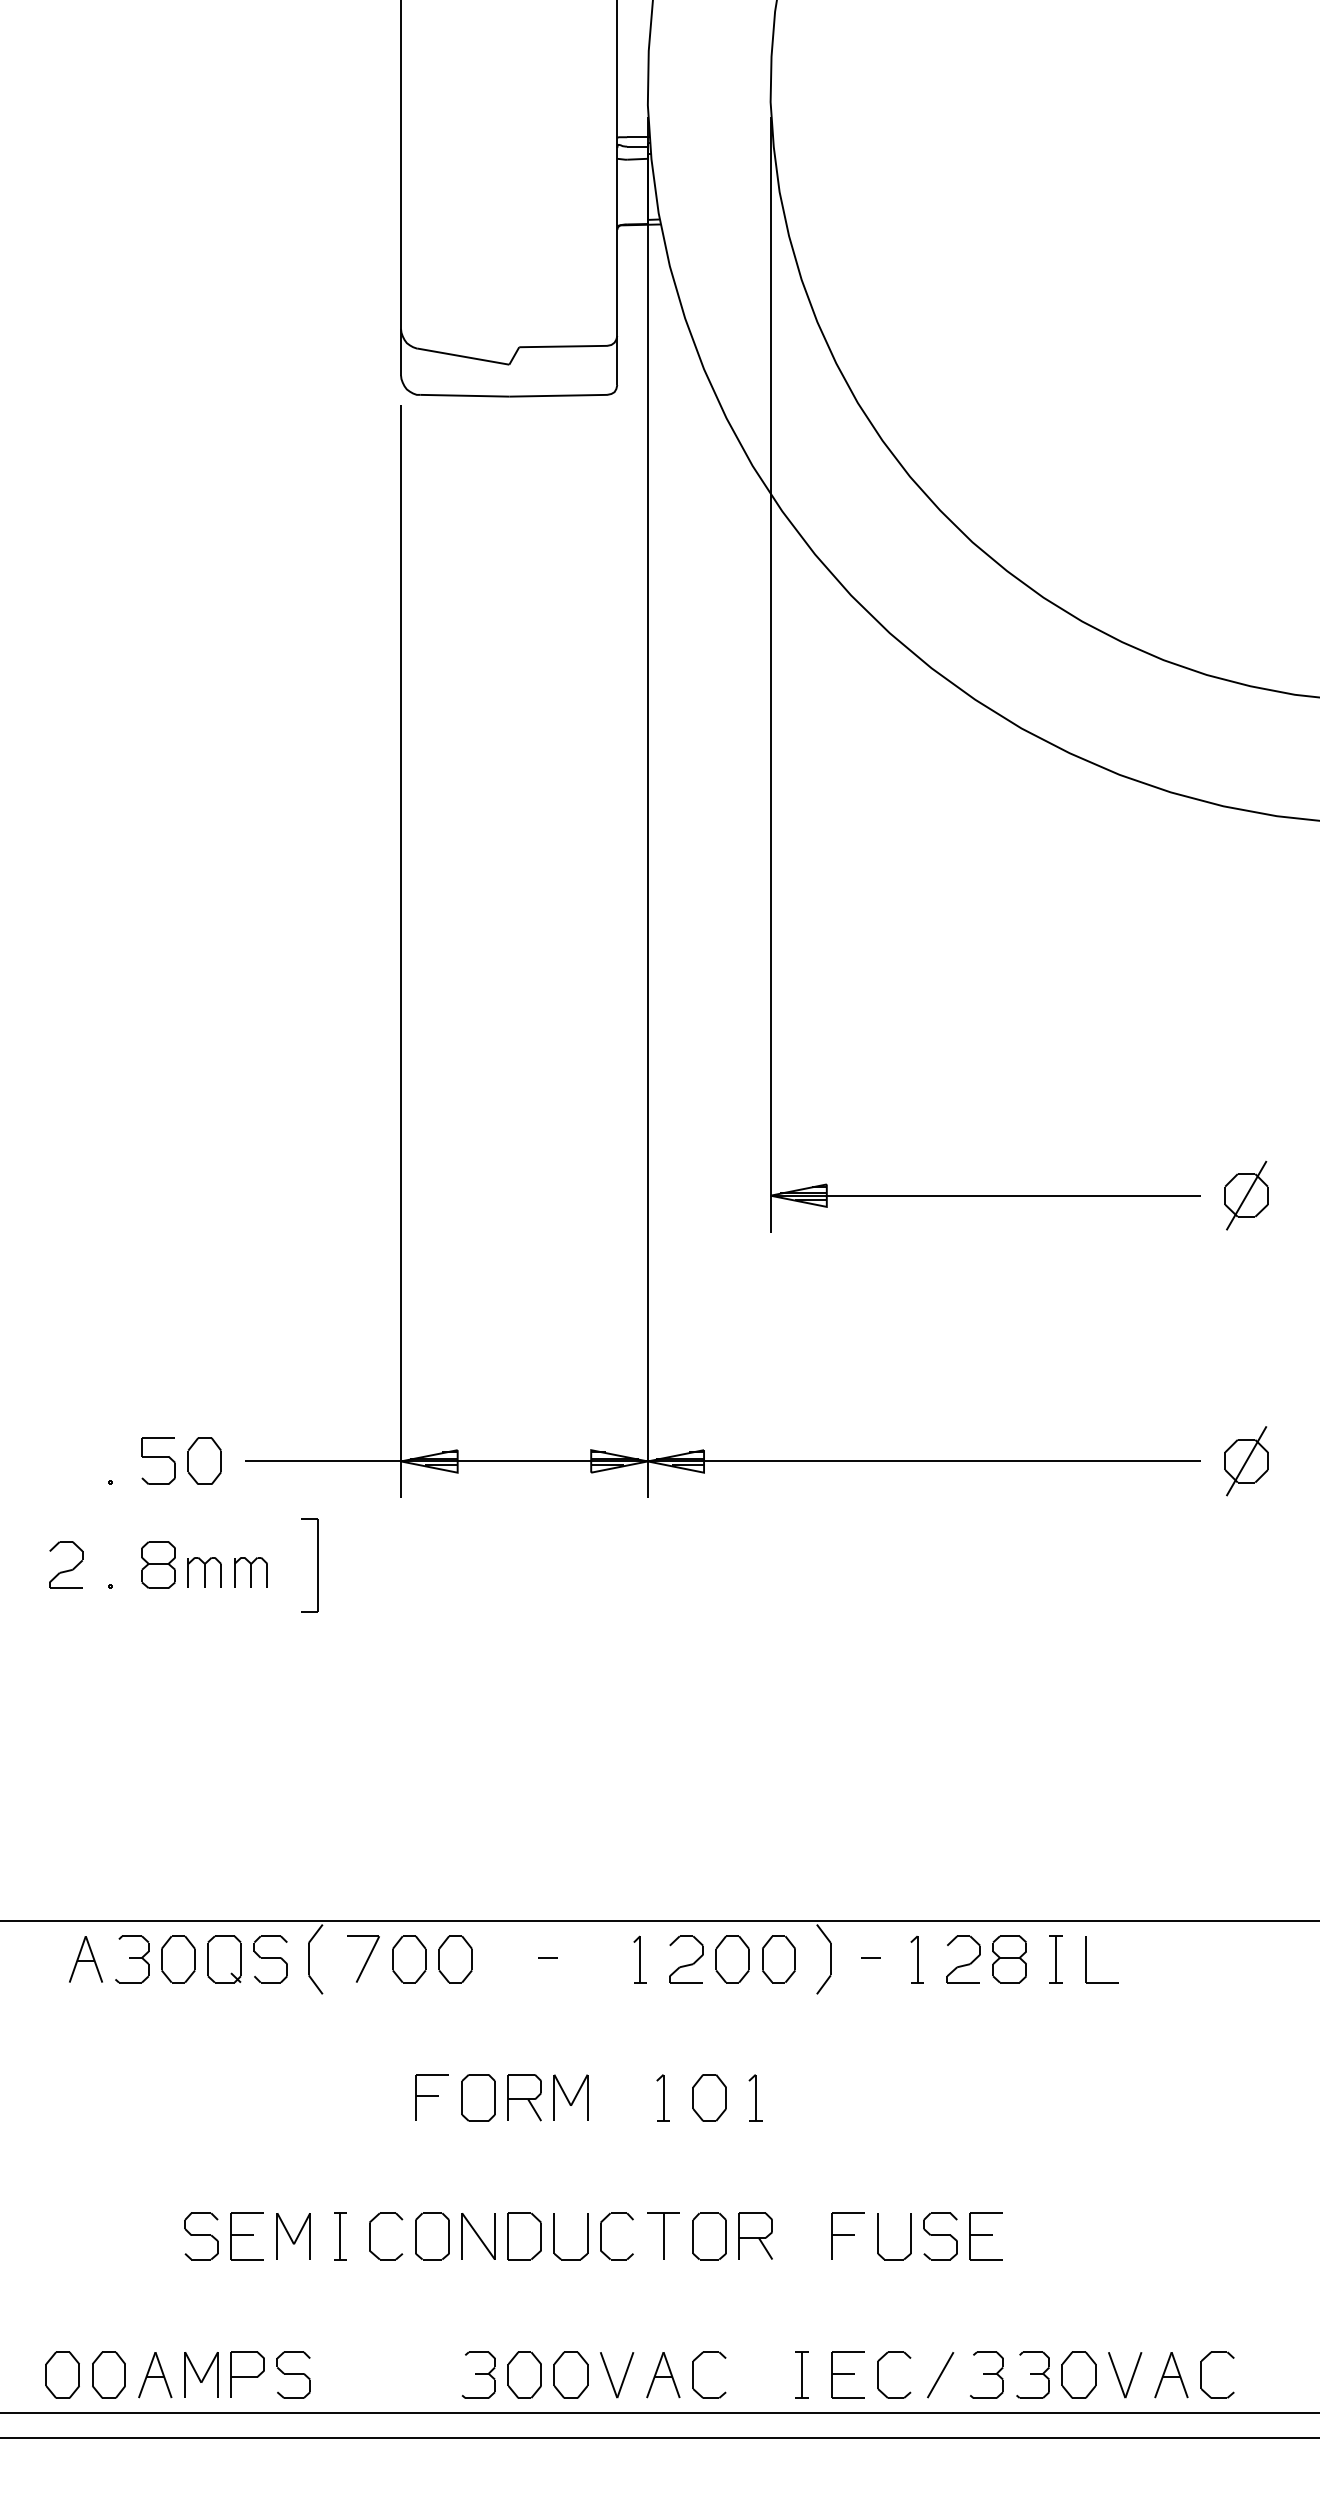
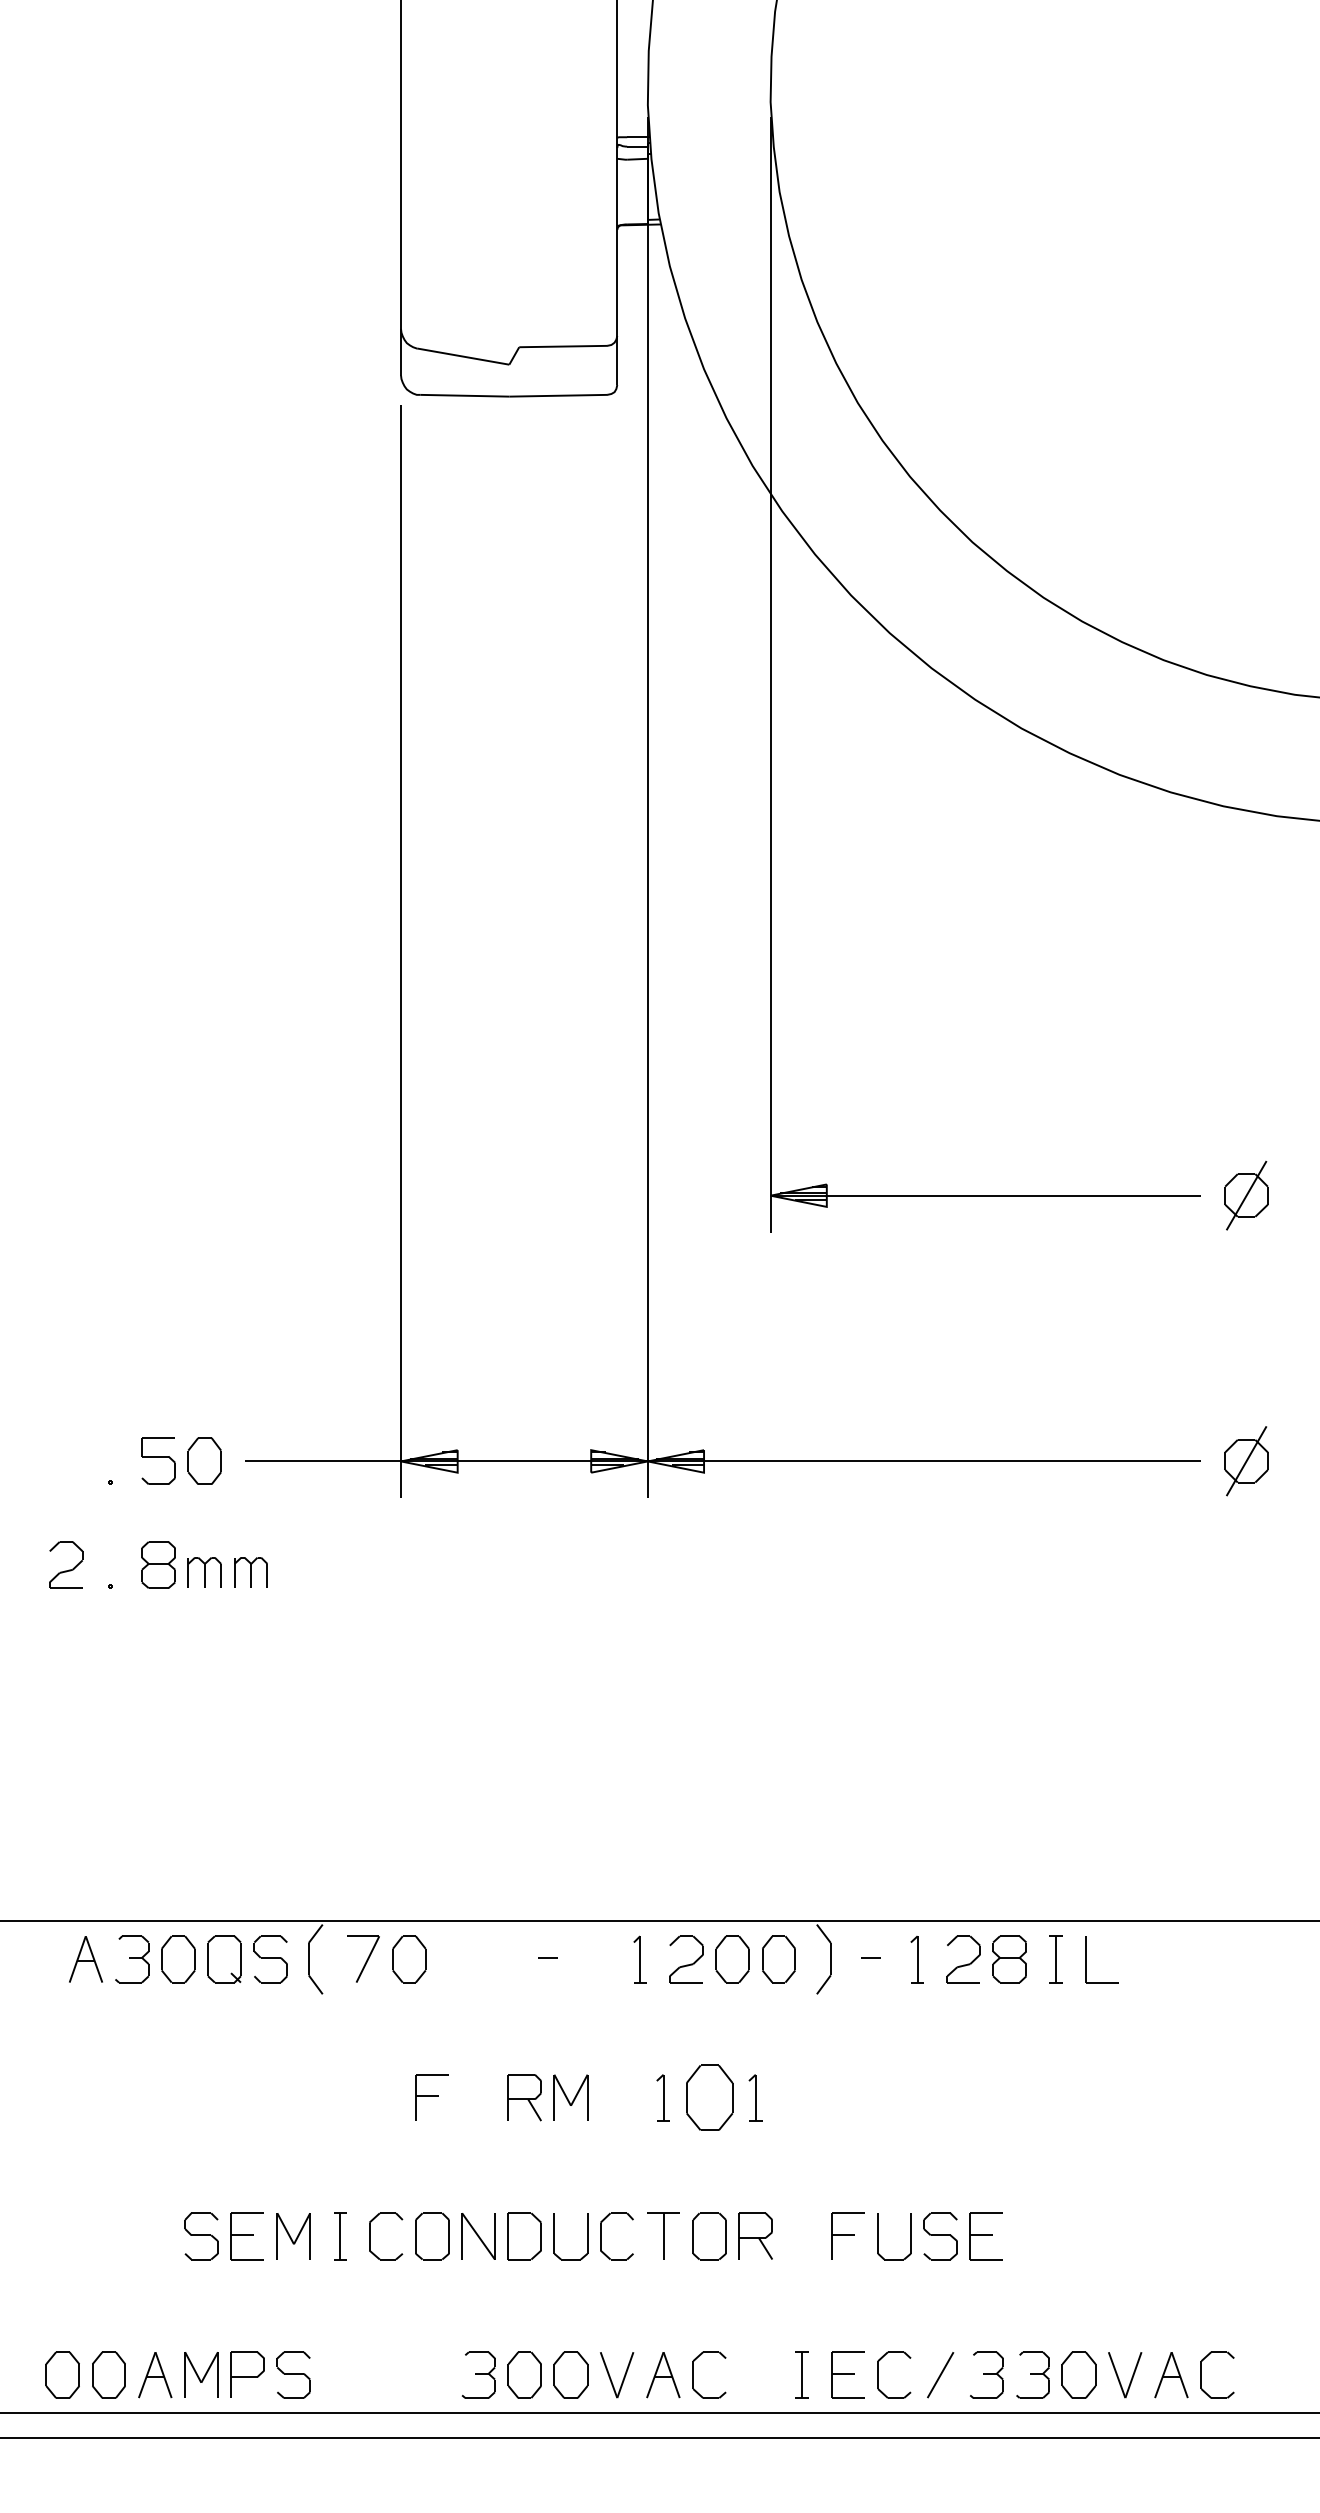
part at (317, 1565): present -> none
part at (455, 1959): present -> none
part at (478, 2097): present -> none
part at (709, 2097) size: 35x48 px -> 48x67 px
